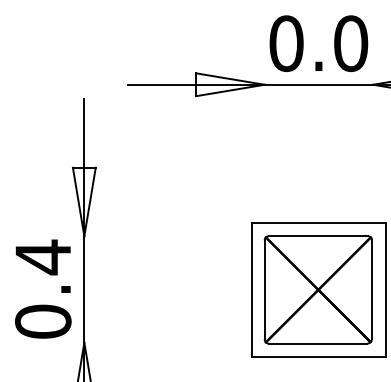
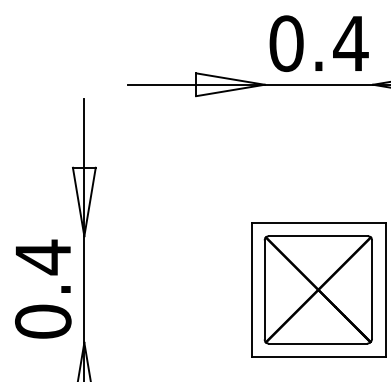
text at (350, 43): 0.0 -> 0.4
